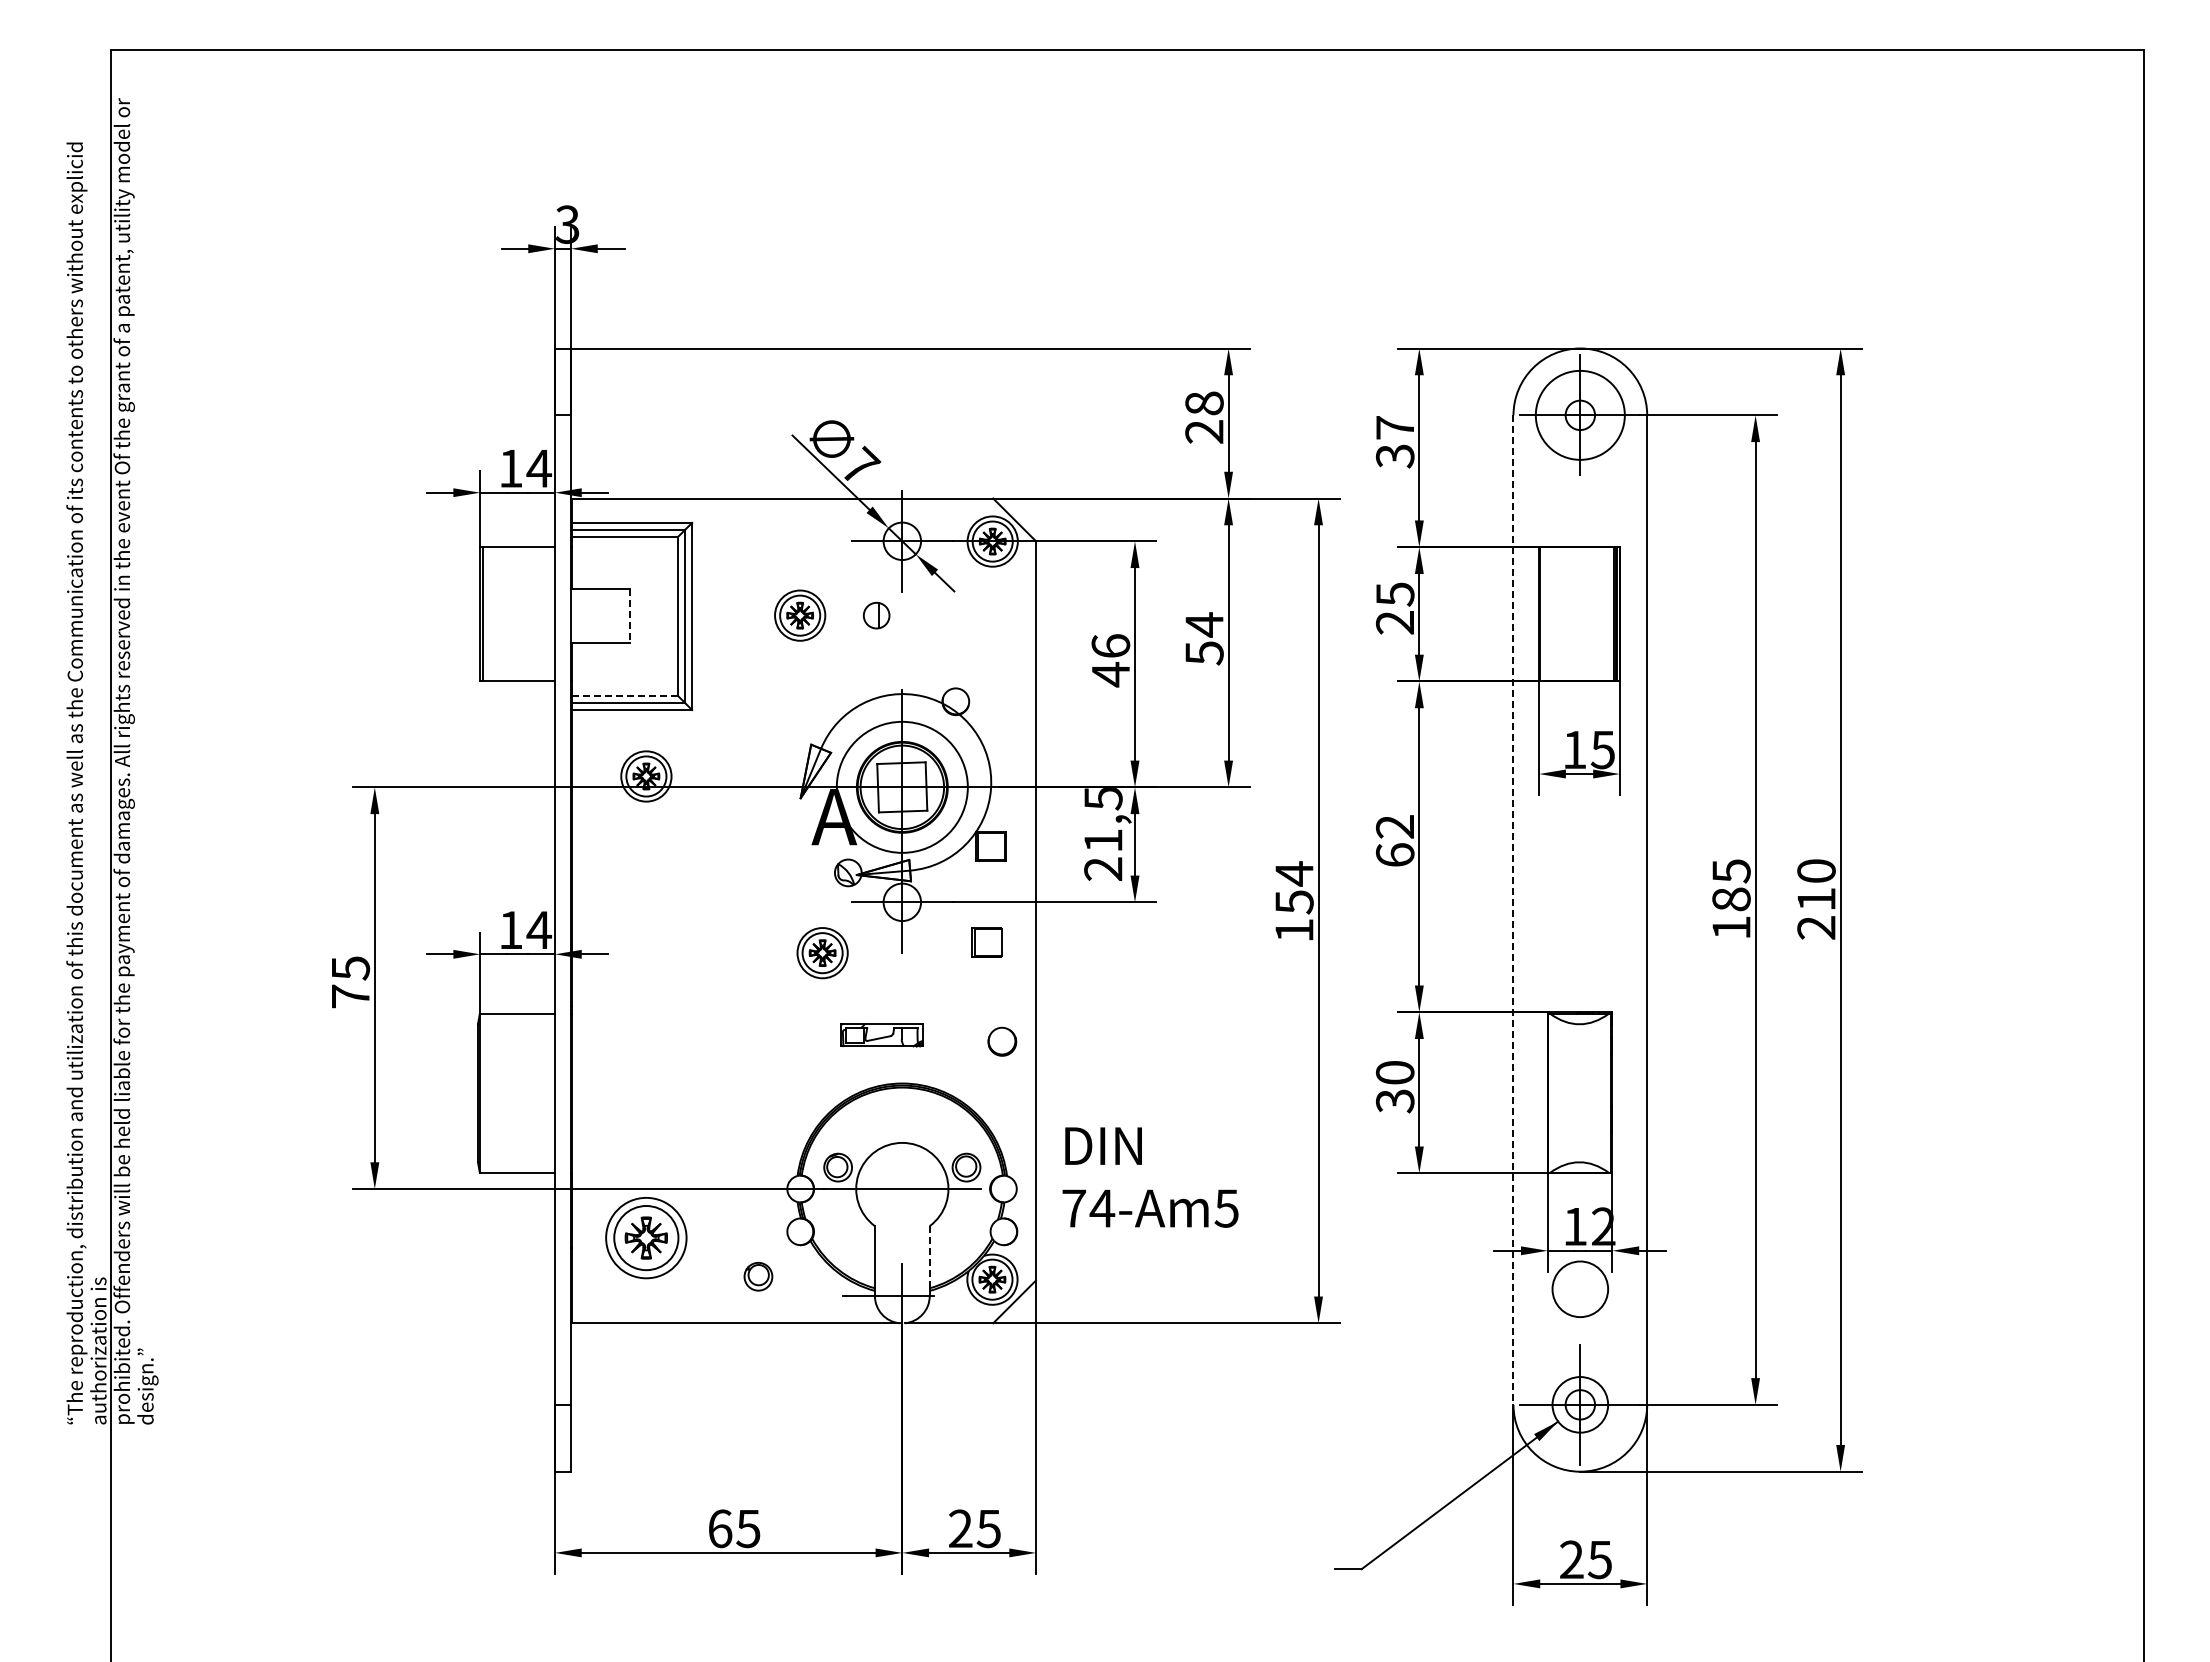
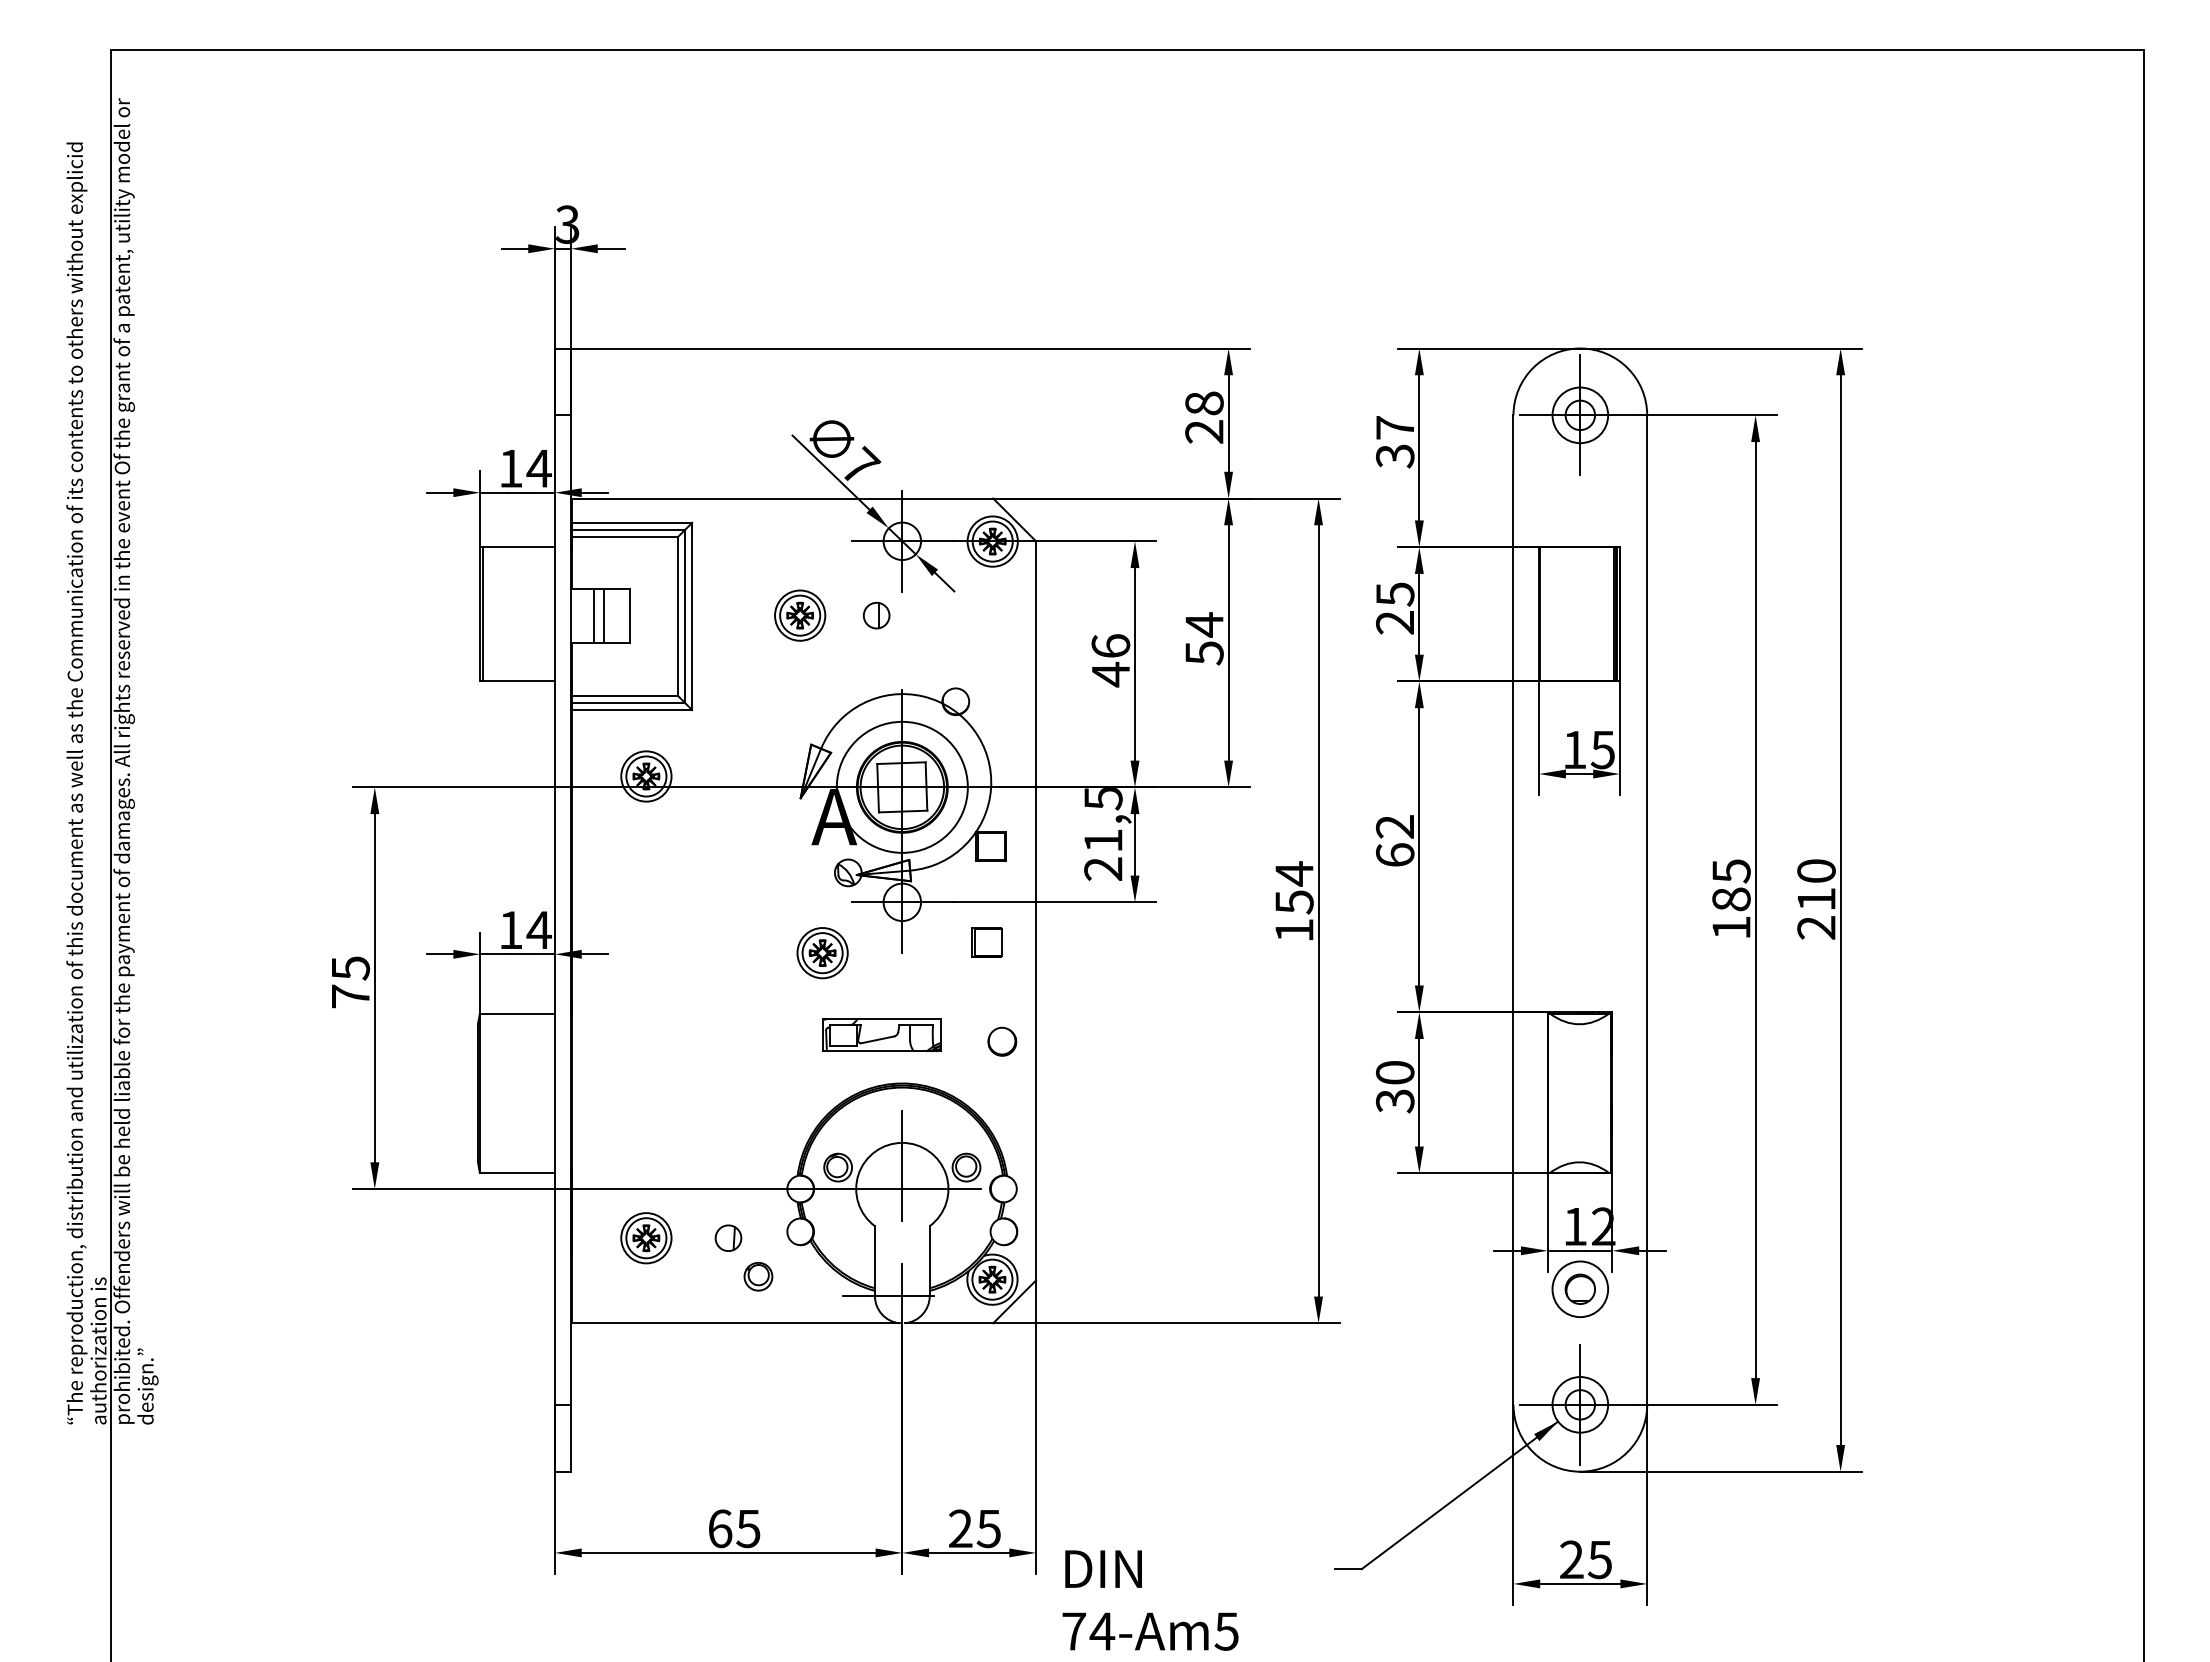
circle at (1579, 414) diameter: 89 px -> 56 px
line at (593, 616): none -> present
line at (604, 616): none -> present
line at (630, 616): dashed -> solid
line at (624, 695): dashed -> solid
line at (1513, 910): dashed -> solid
part at (881, 1035) size: 84x25 px -> 120x35 px
line at (902, 1165): none -> present
text at (1150, 1177) position: (1150, 1177) -> (1150, 1600)
part at (728, 1237): none -> present
part at (646, 1238) size: 83x83 px -> 53x53 px
line at (929, 1257): dashed -> solid
part at (1579, 1288): none -> present
